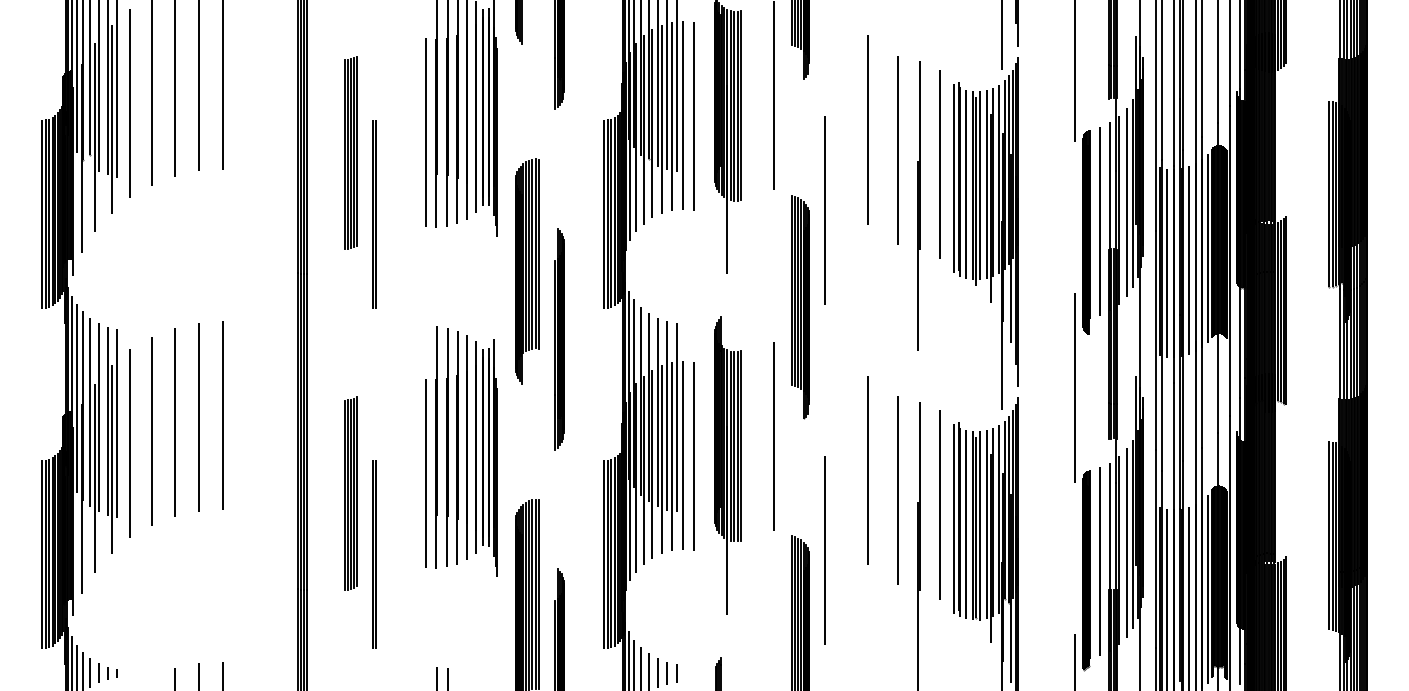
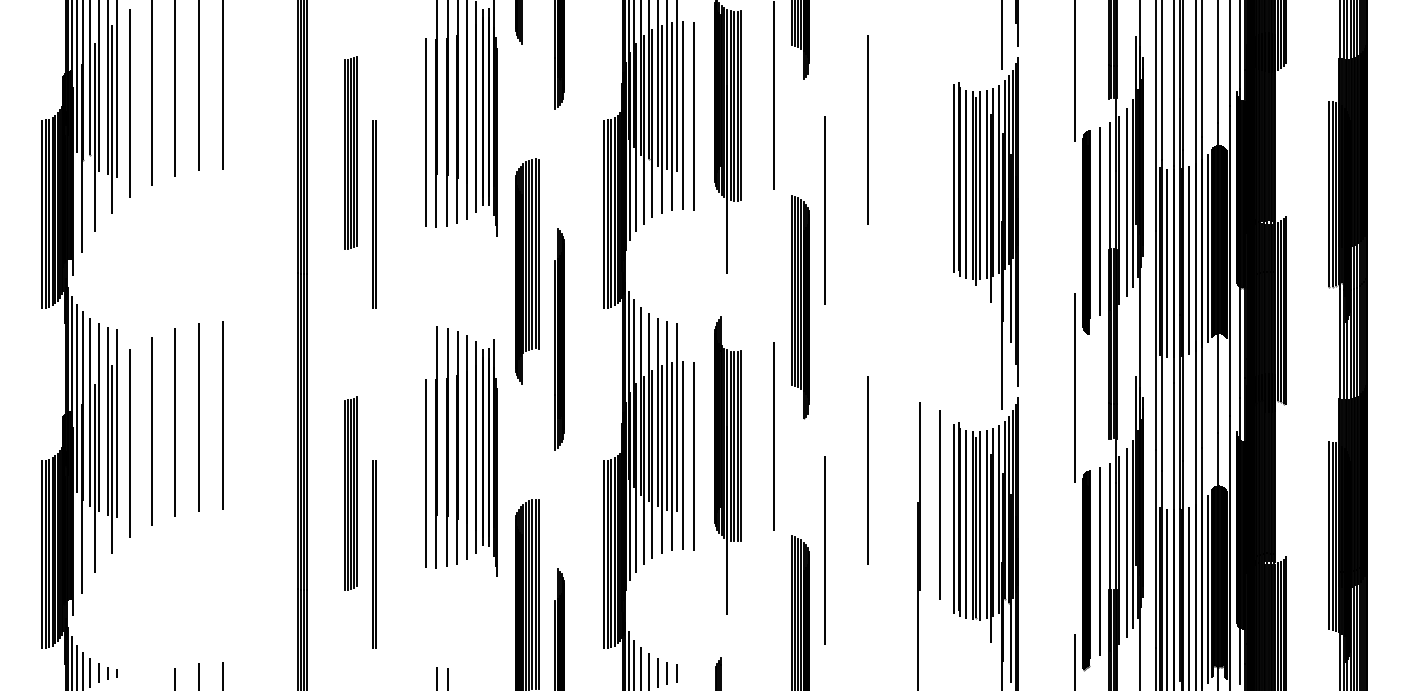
line at (897, 150): present -> none
line at (940, 164): present -> none
part at (918, 205): present -> none
line at (897, 490): present -> none
